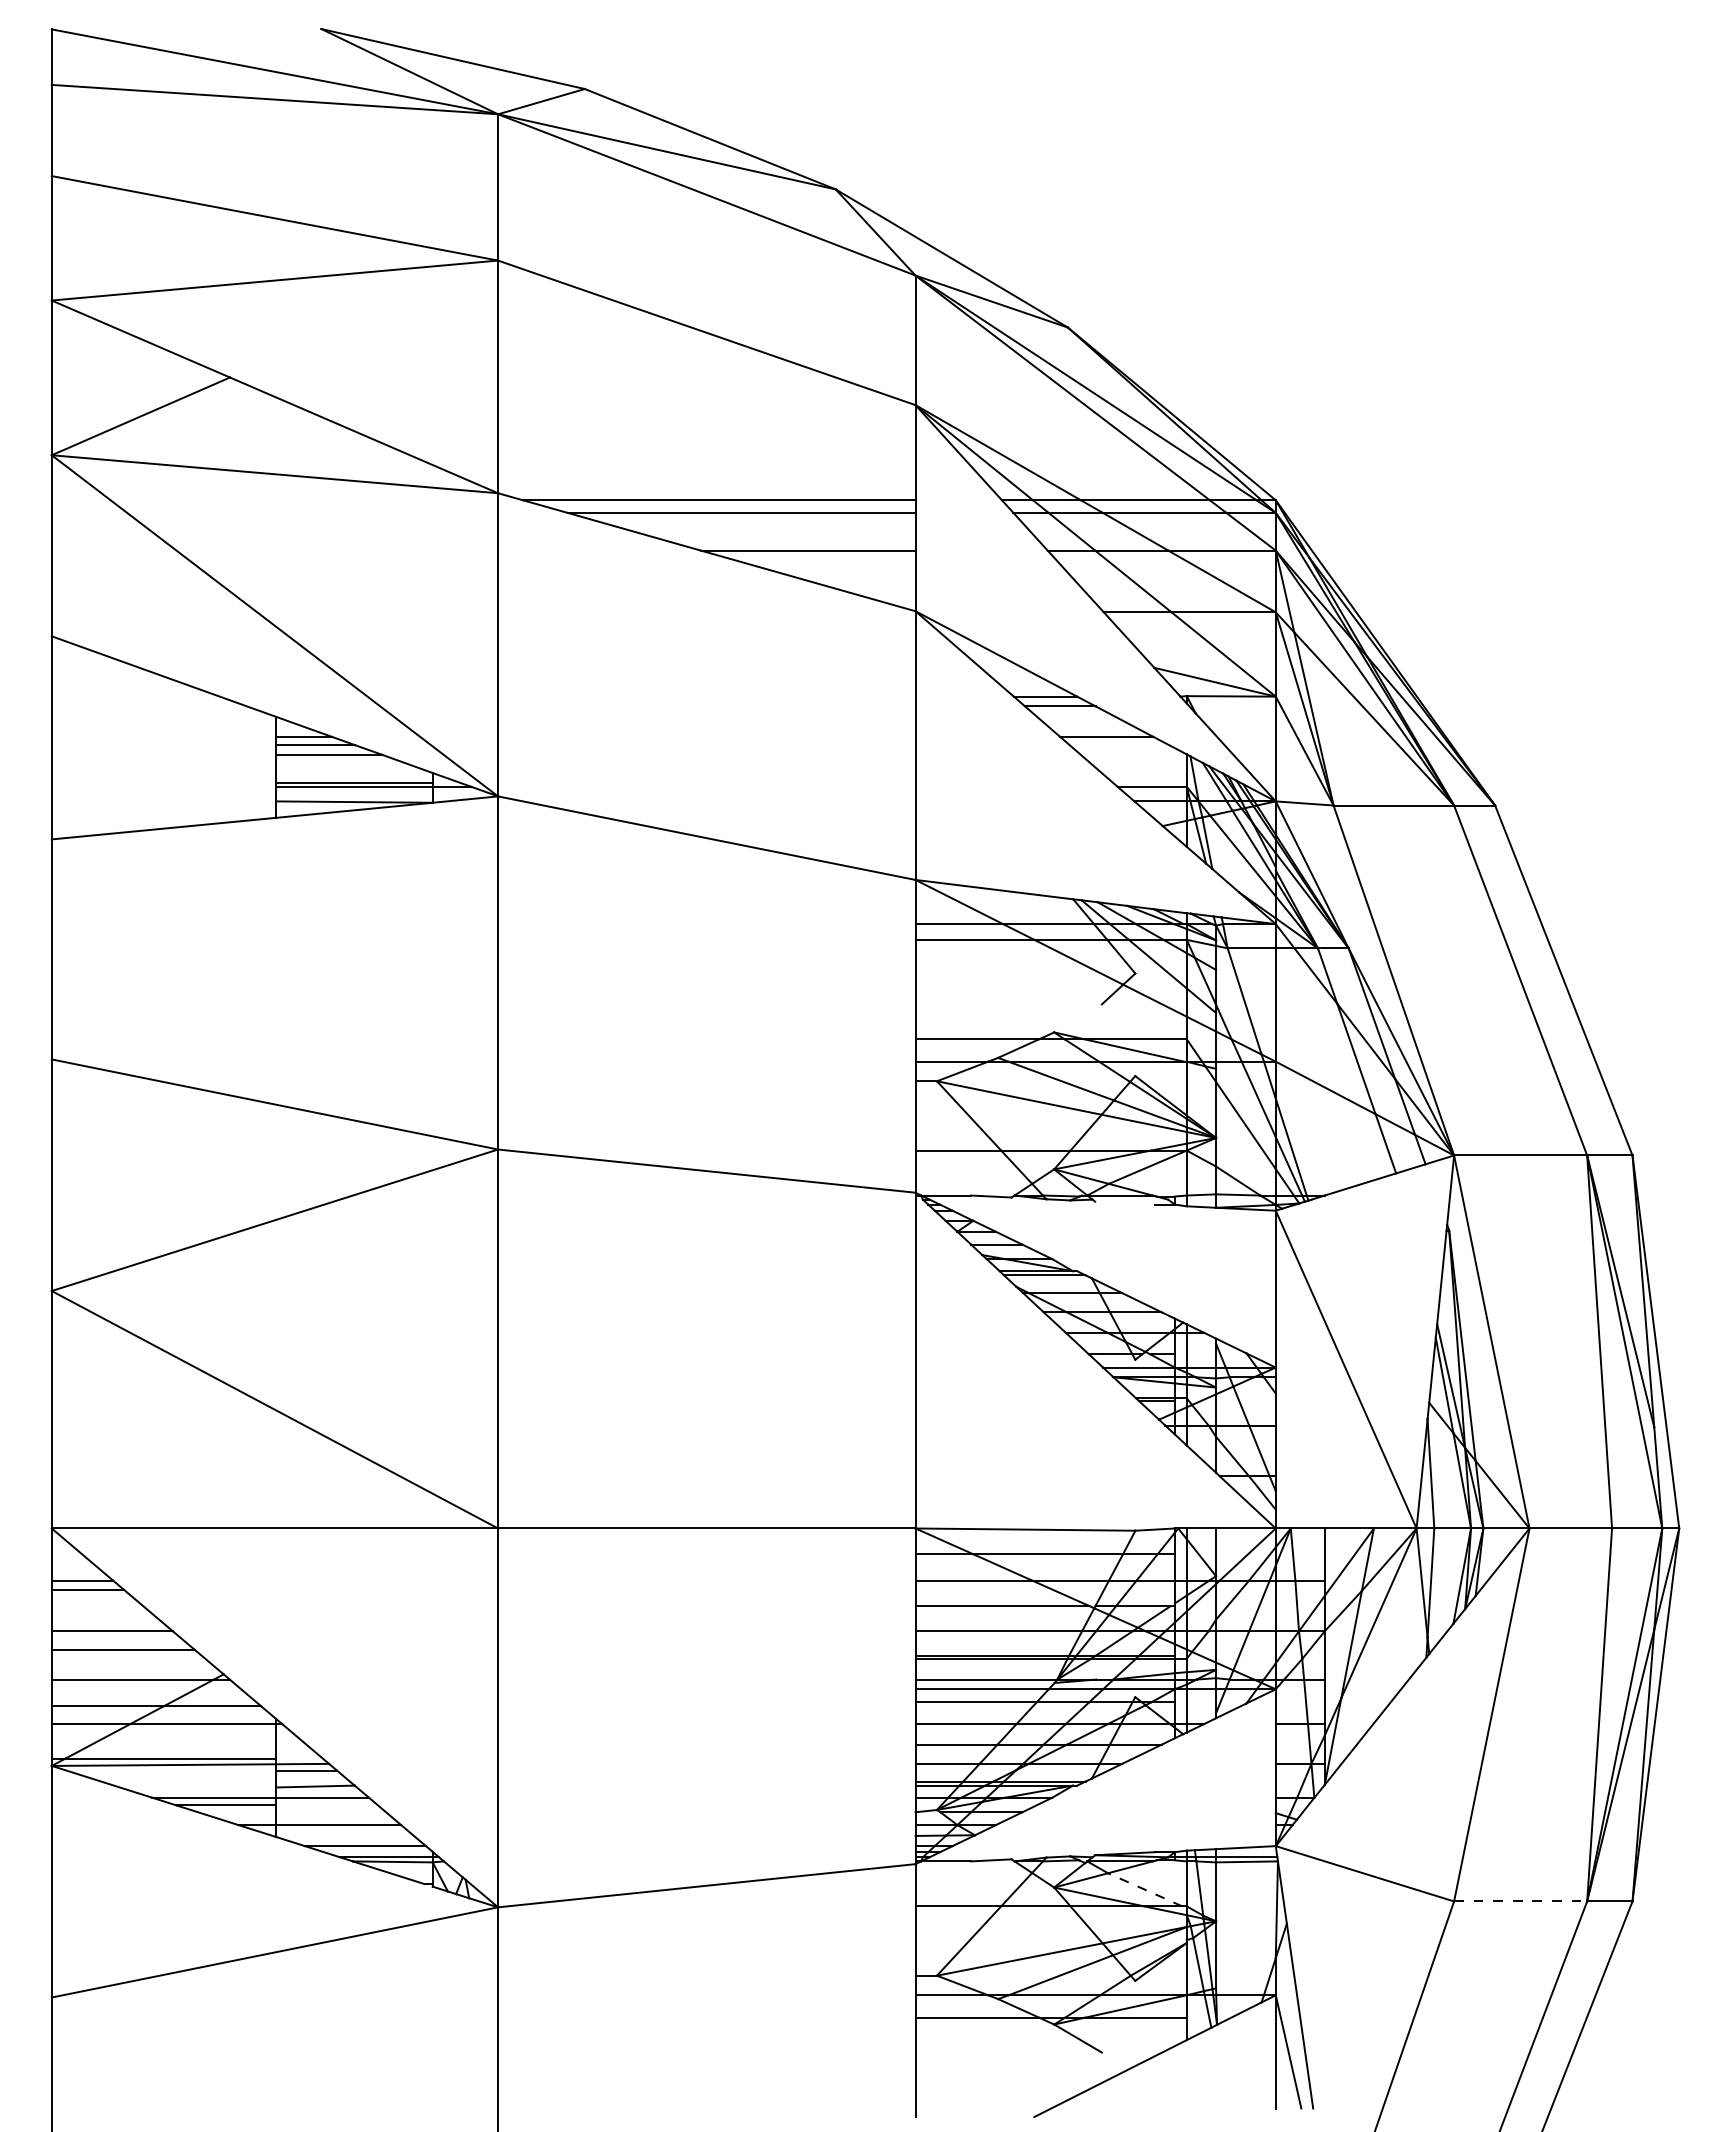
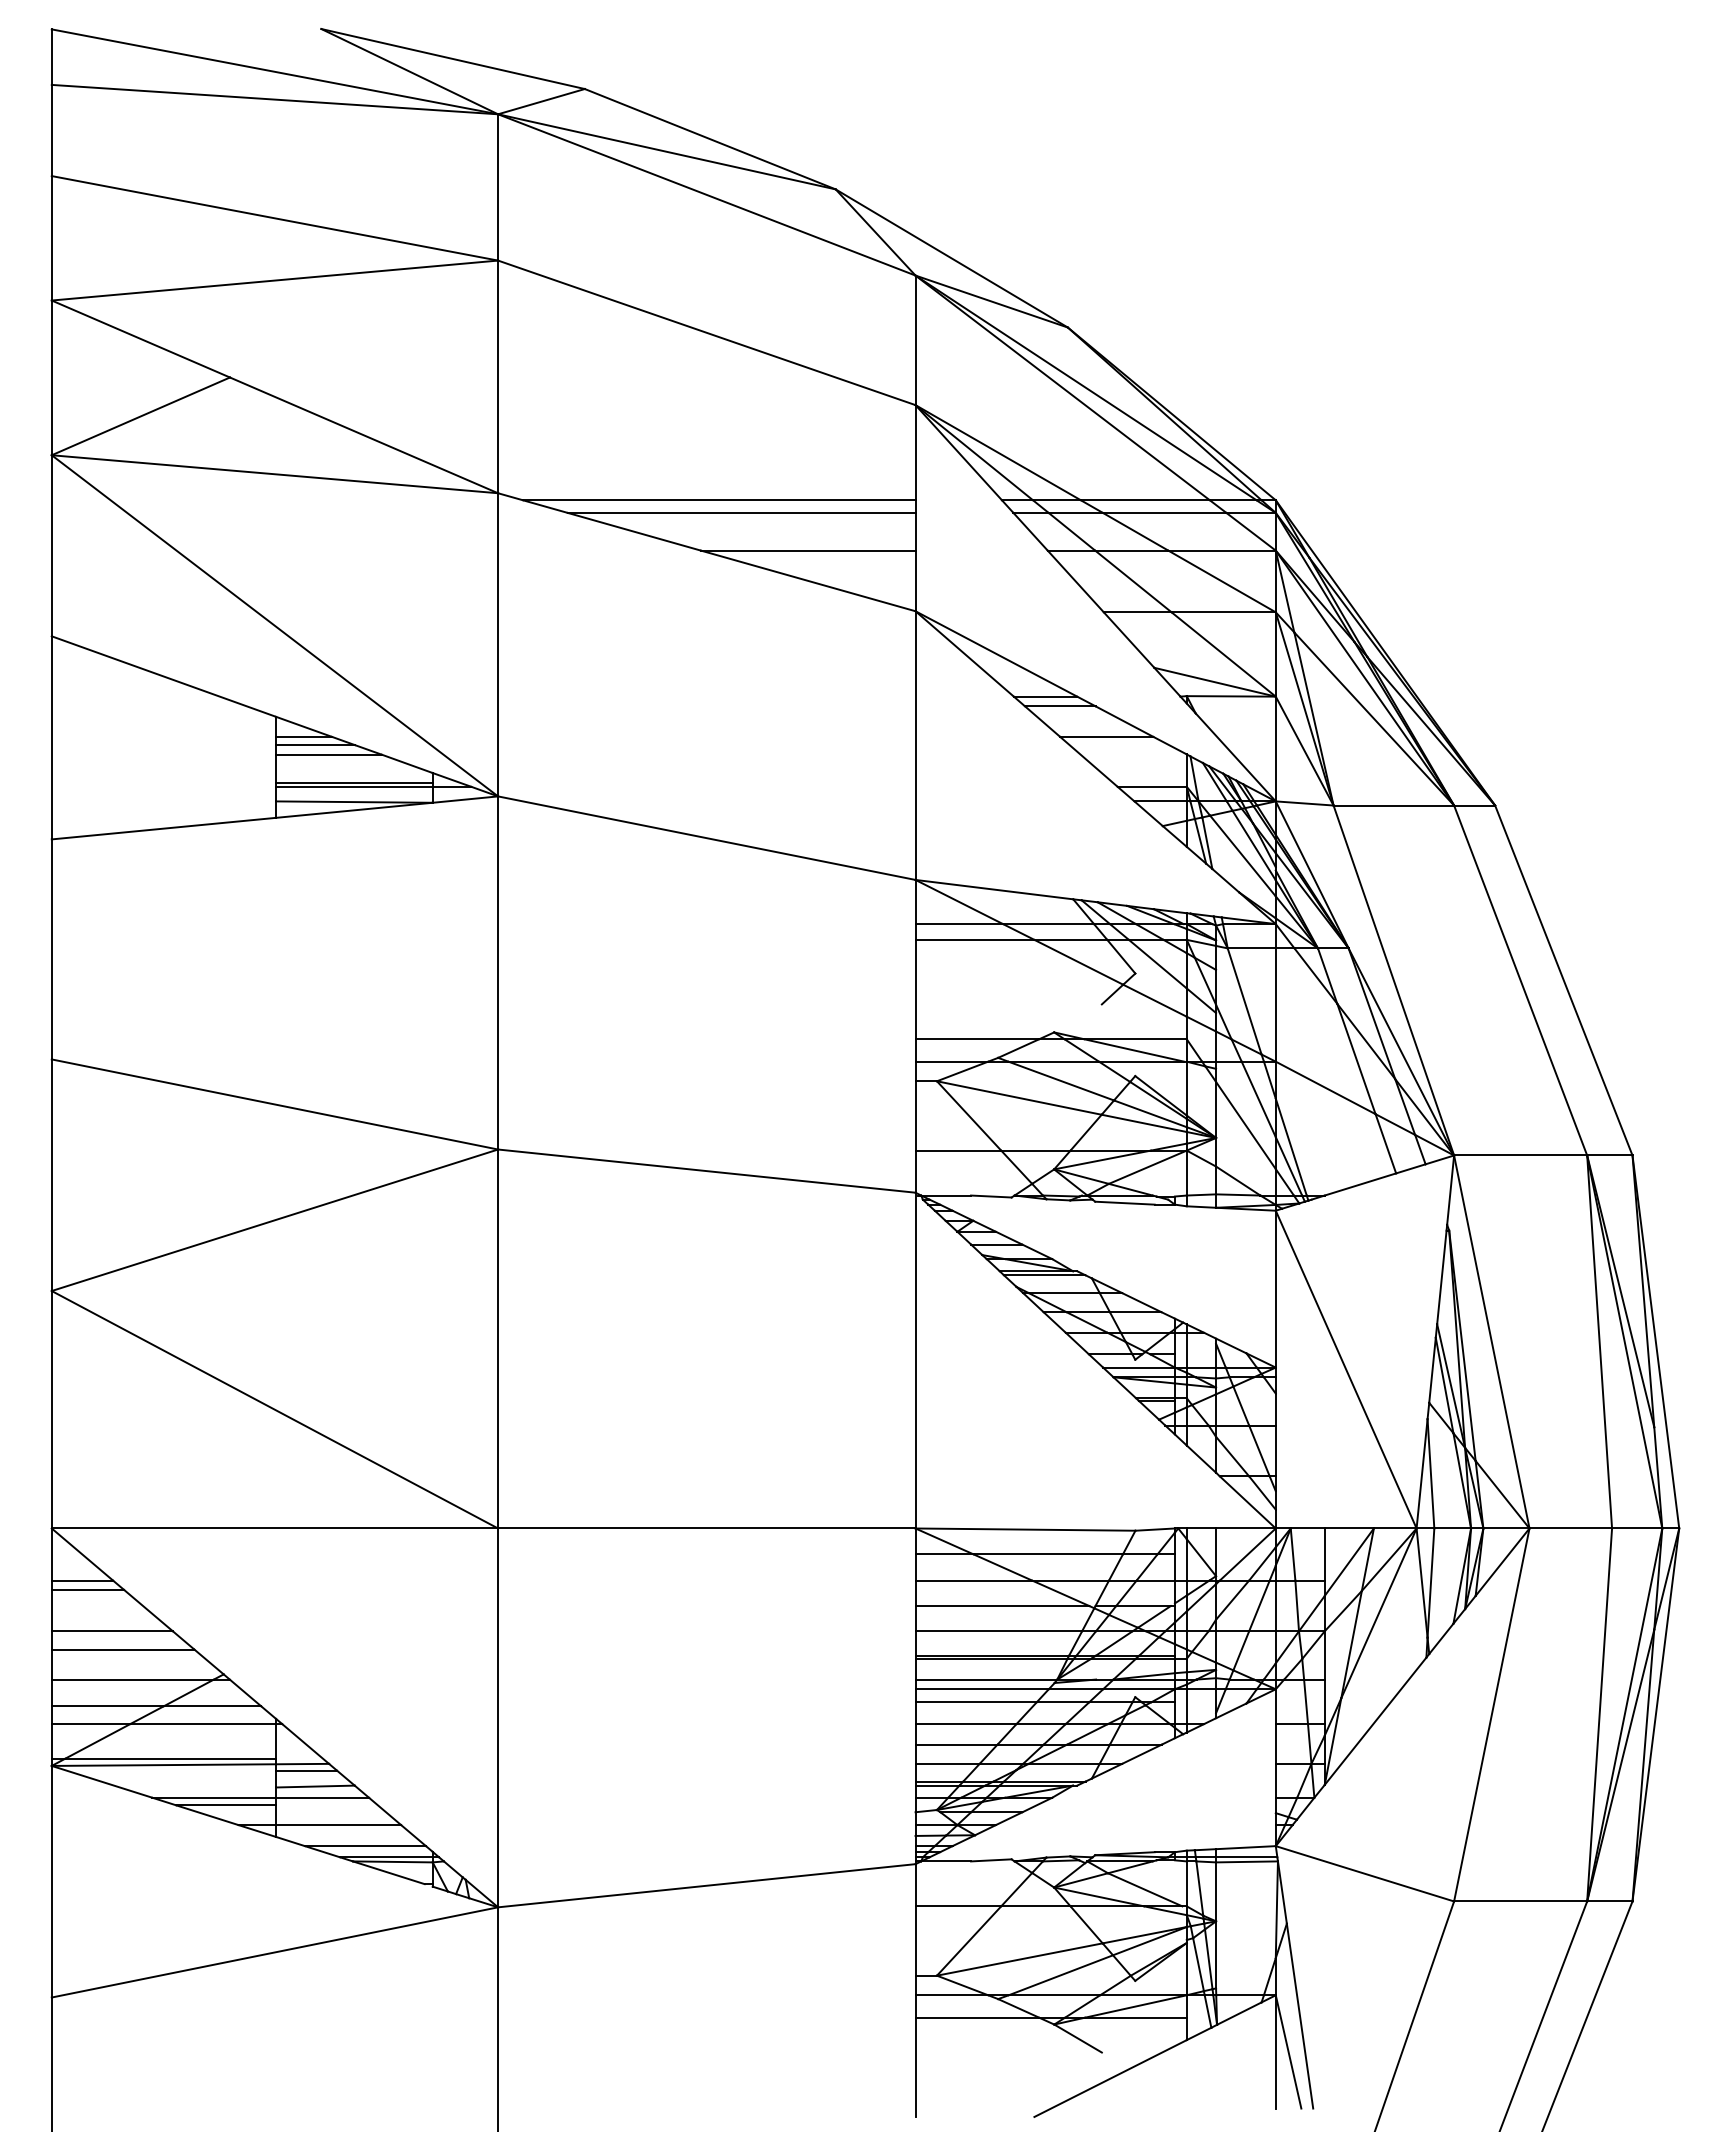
line at (1124, 1202): none -> present
line at (1145, 1889): dashed -> solid
line at (1520, 1901): dashed -> solid
